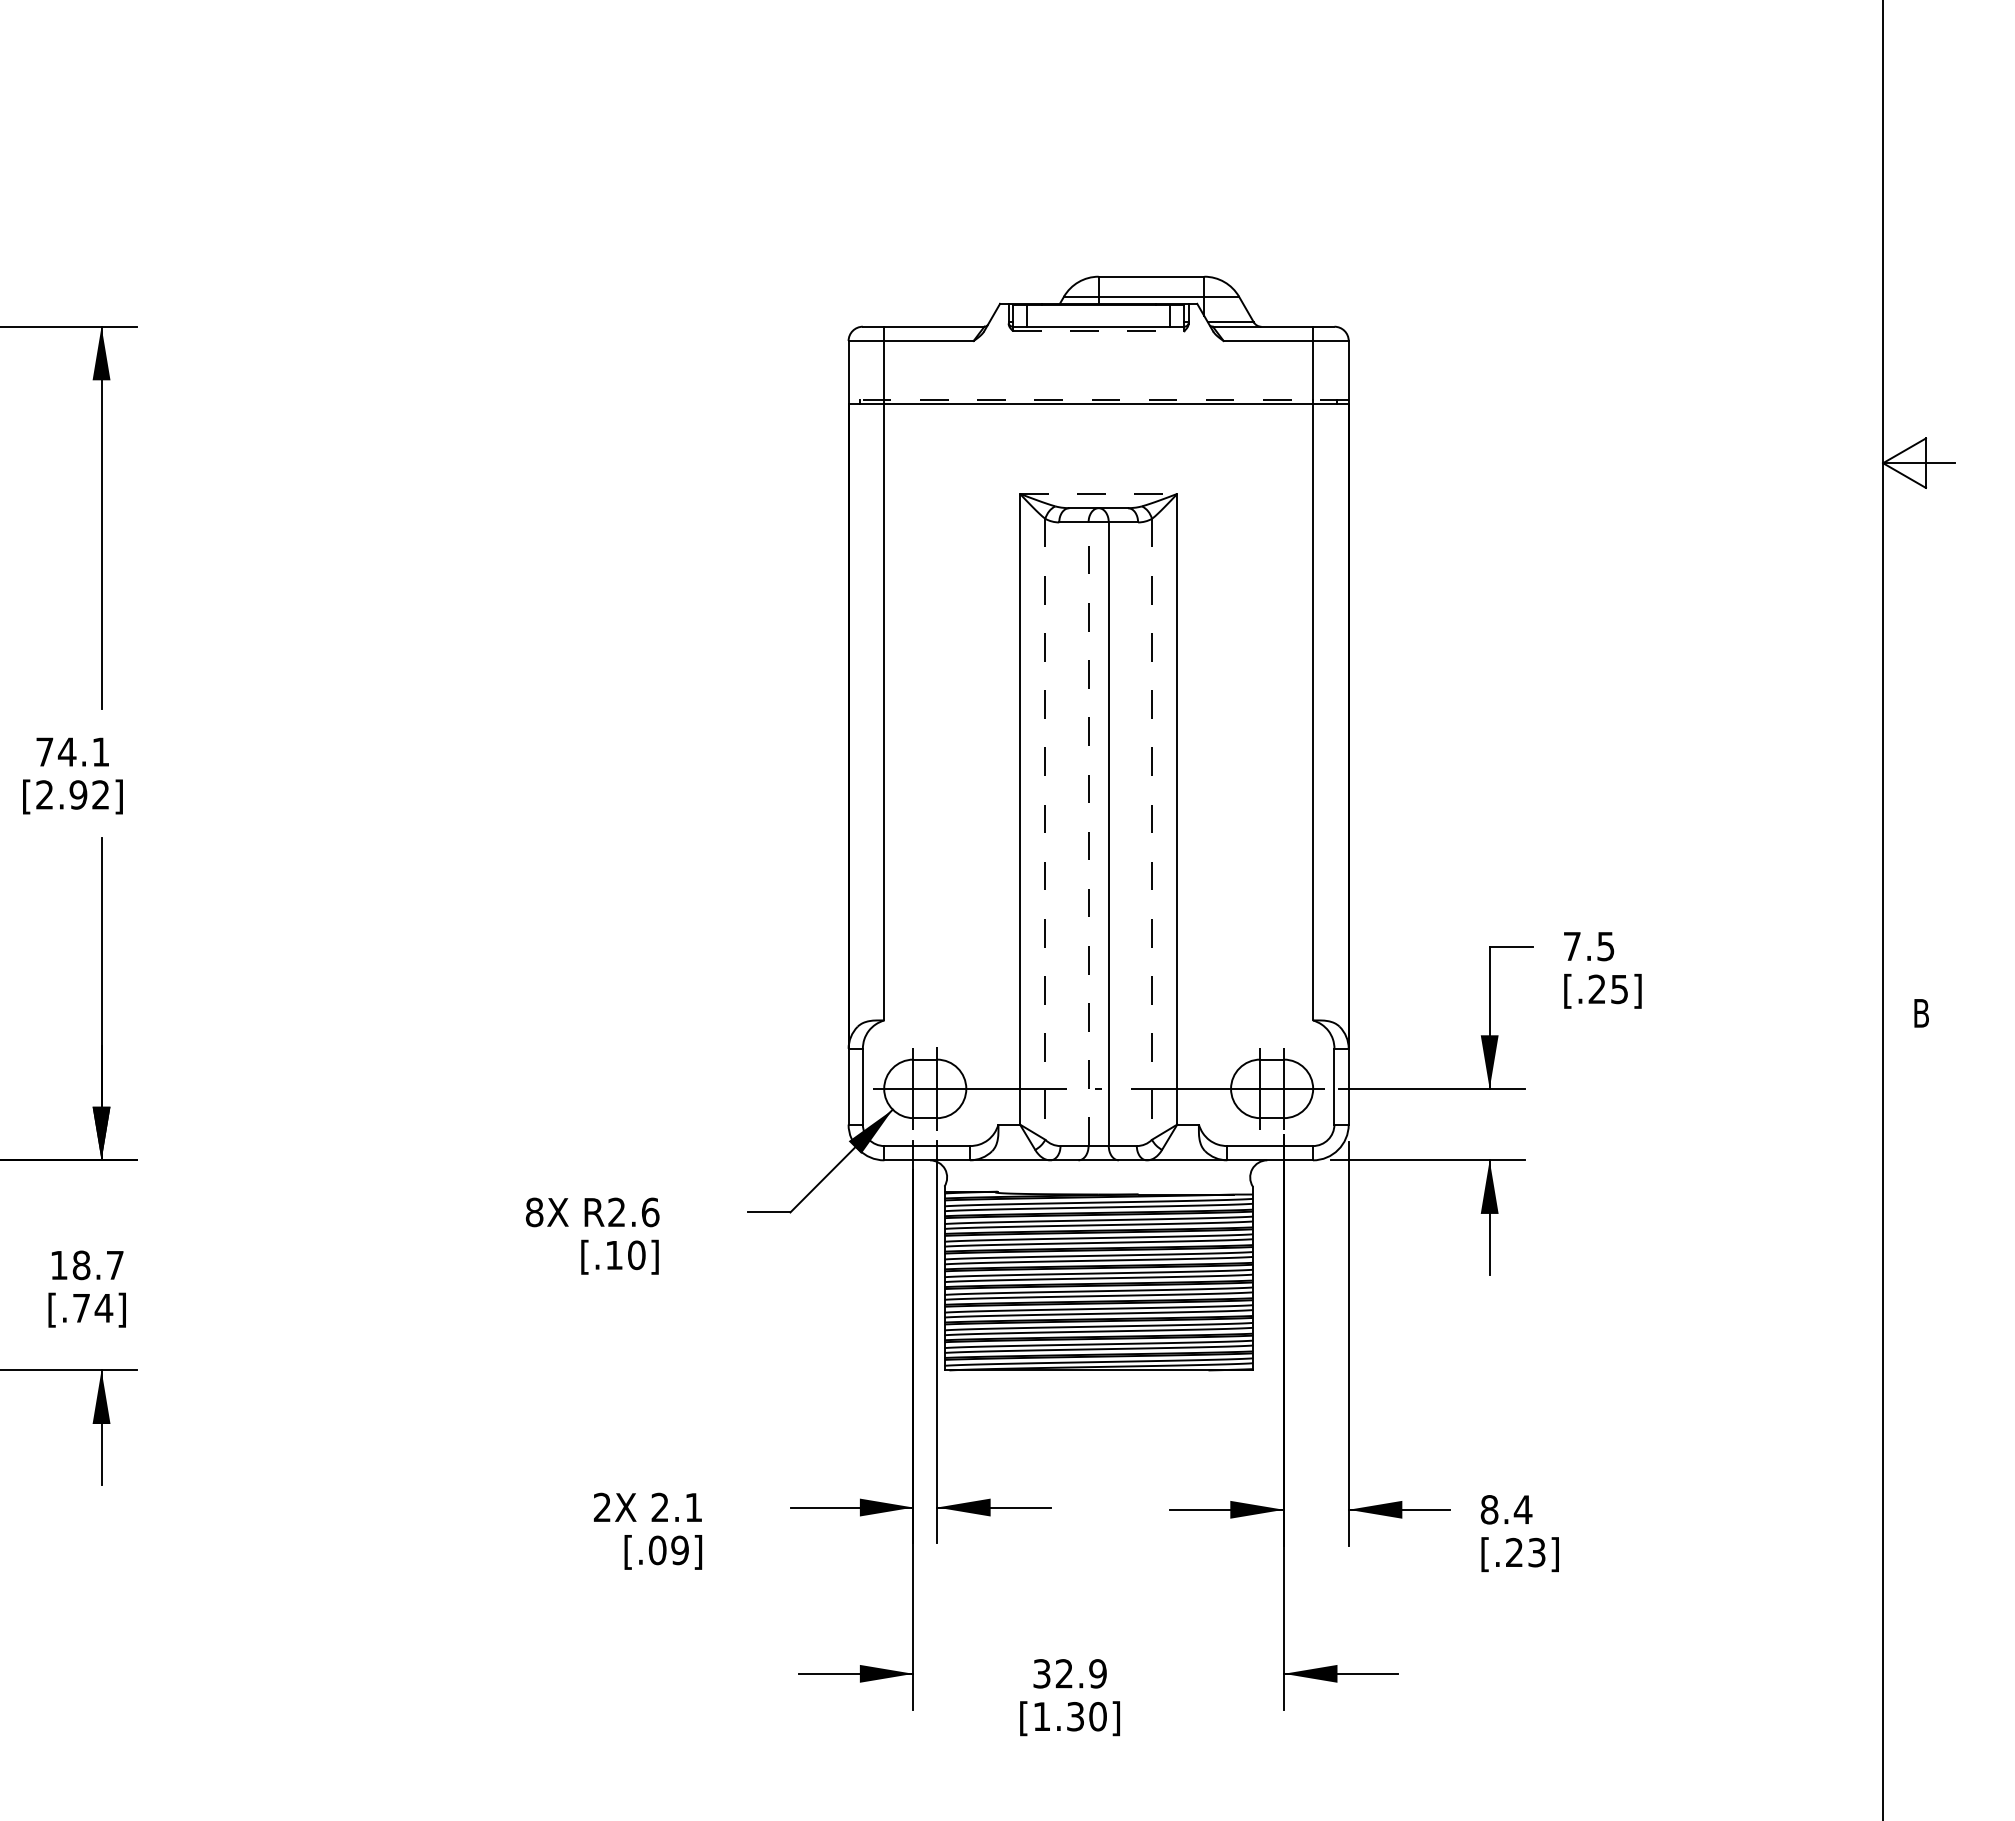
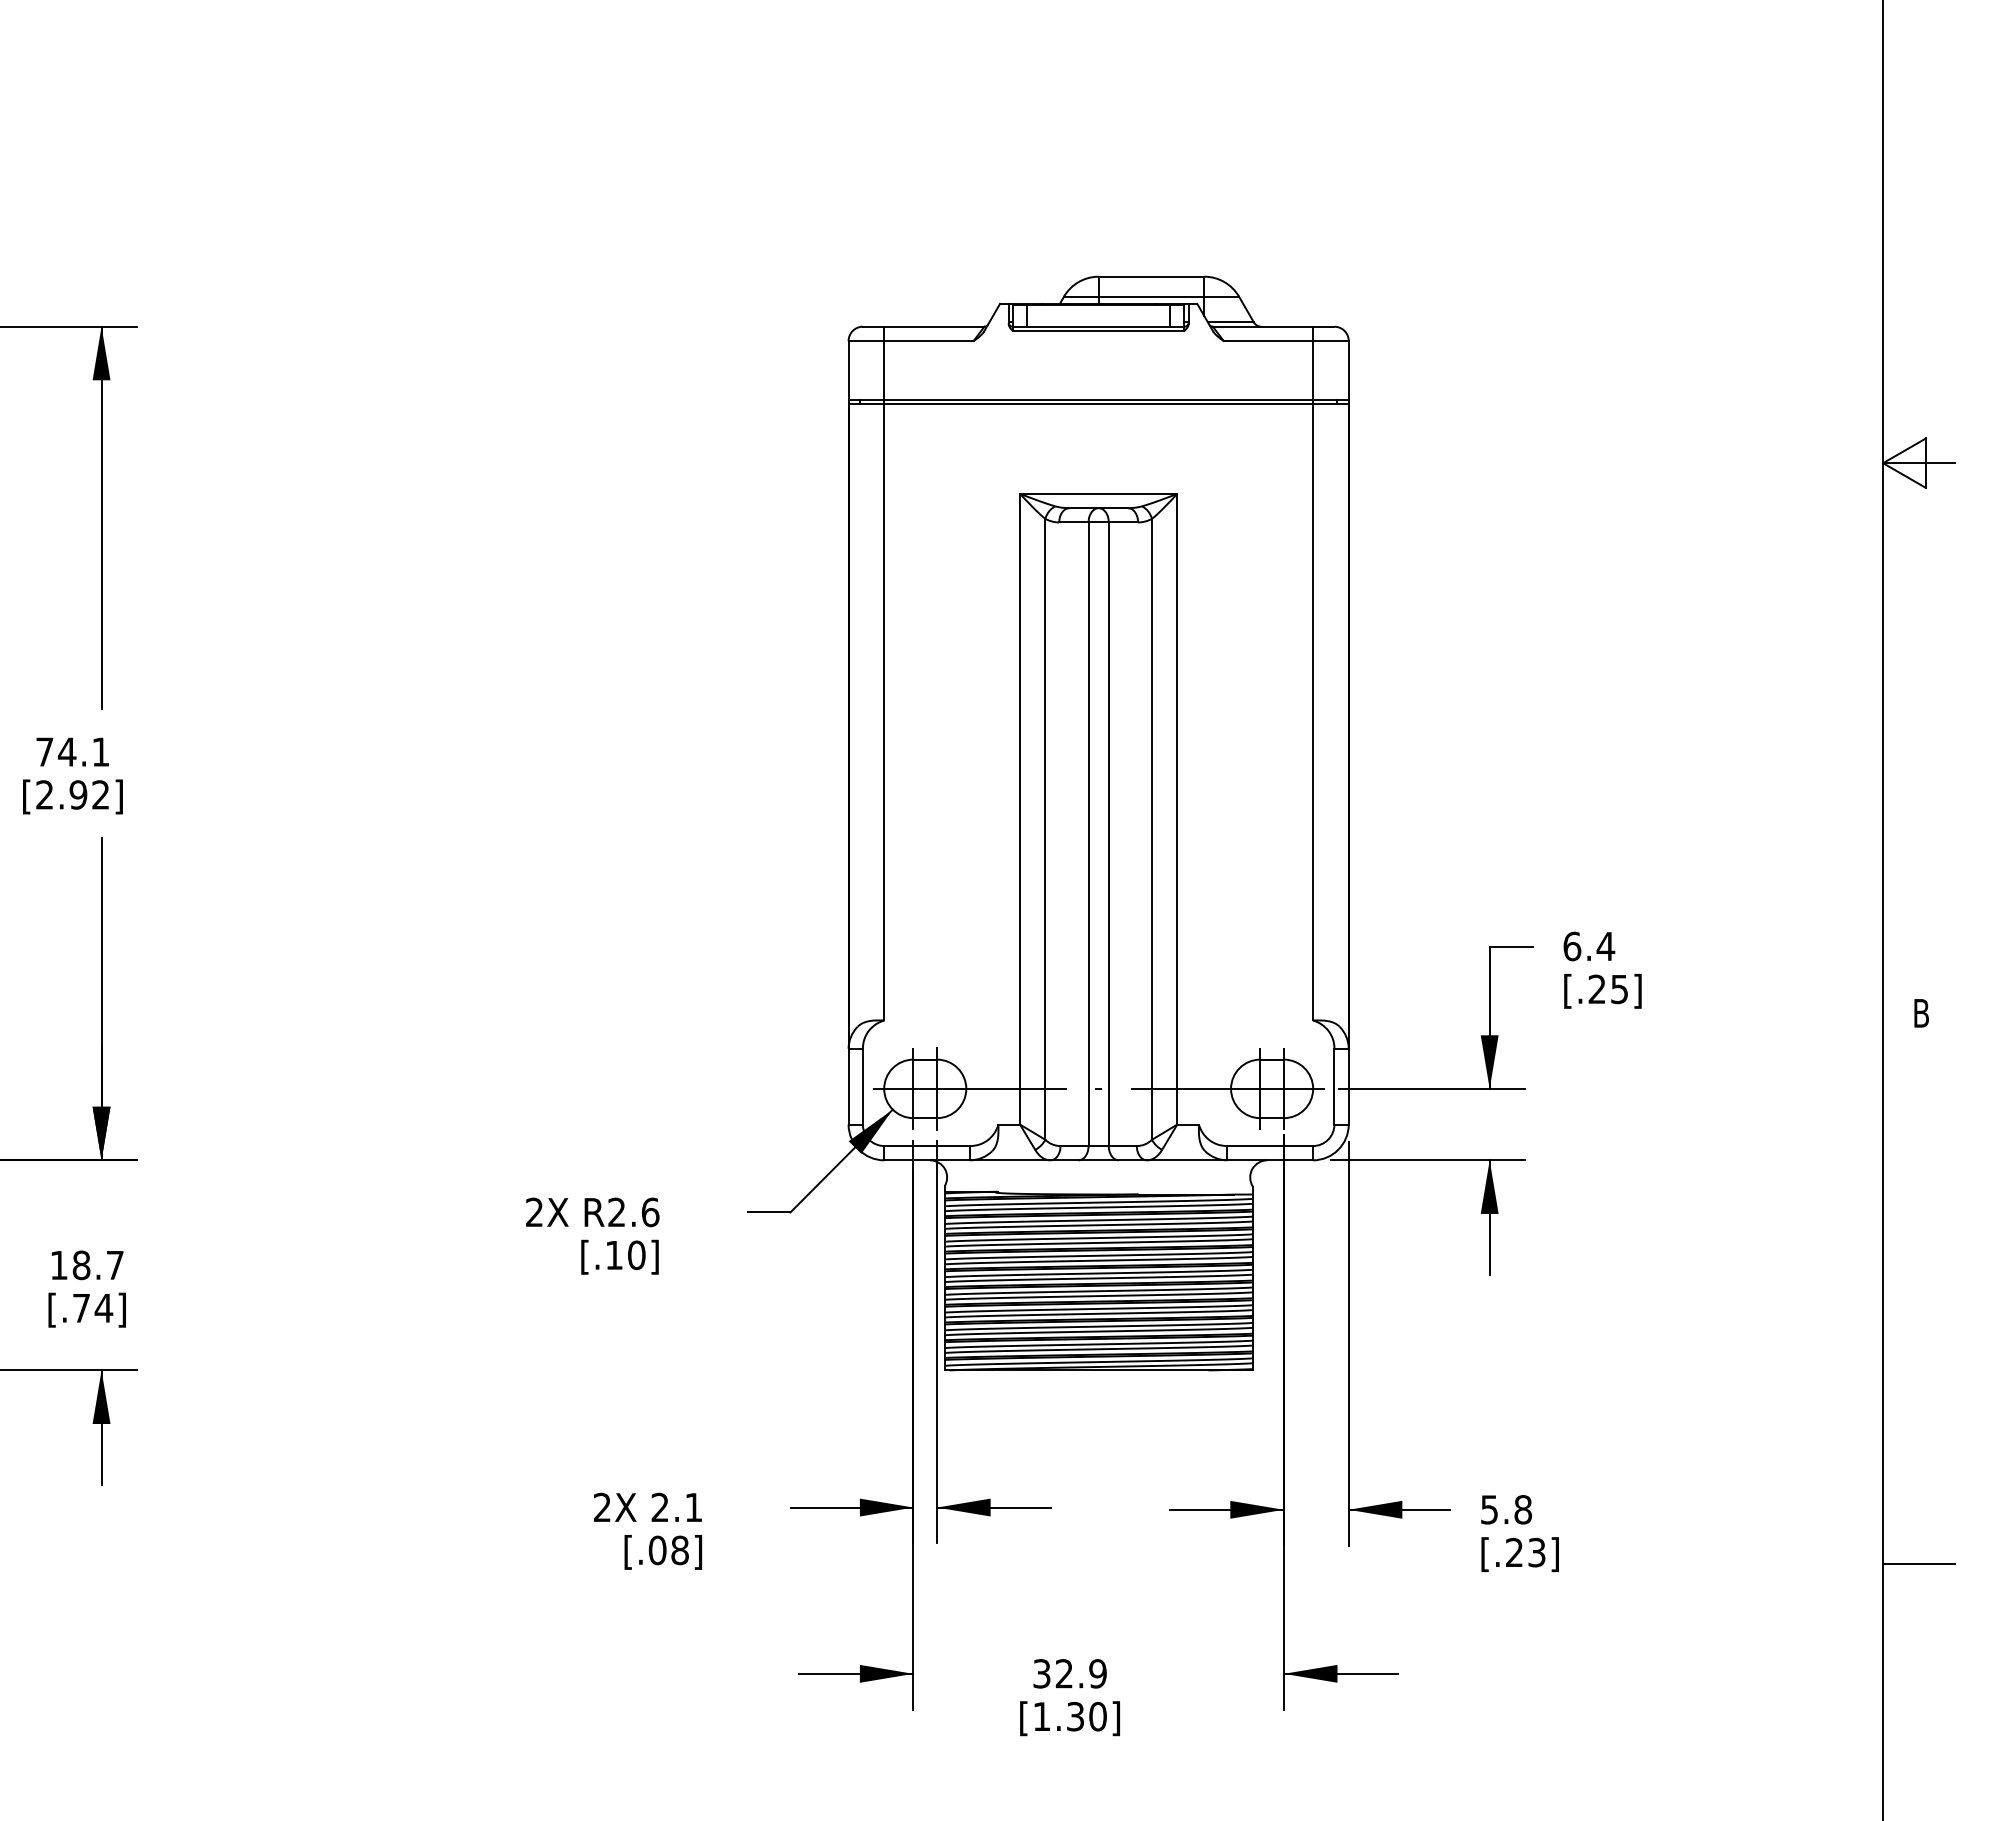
line at (1098, 331): dashed -> solid
line at (1098, 399): dashed -> solid
line at (1098, 493): dashed -> solid
line at (1045, 829): dashed -> solid
line at (1152, 829): dashed -> solid
line at (1088, 834): dashed -> solid
text at (1589, 946): 7.5 -> 6.4
text at (534, 1212): 8X -> 2X
text at (1506, 1509): 8.4 -> 5.8
text at (679, 1550): [.09] -> [.08]
line at (1918, 1563): none -> present
